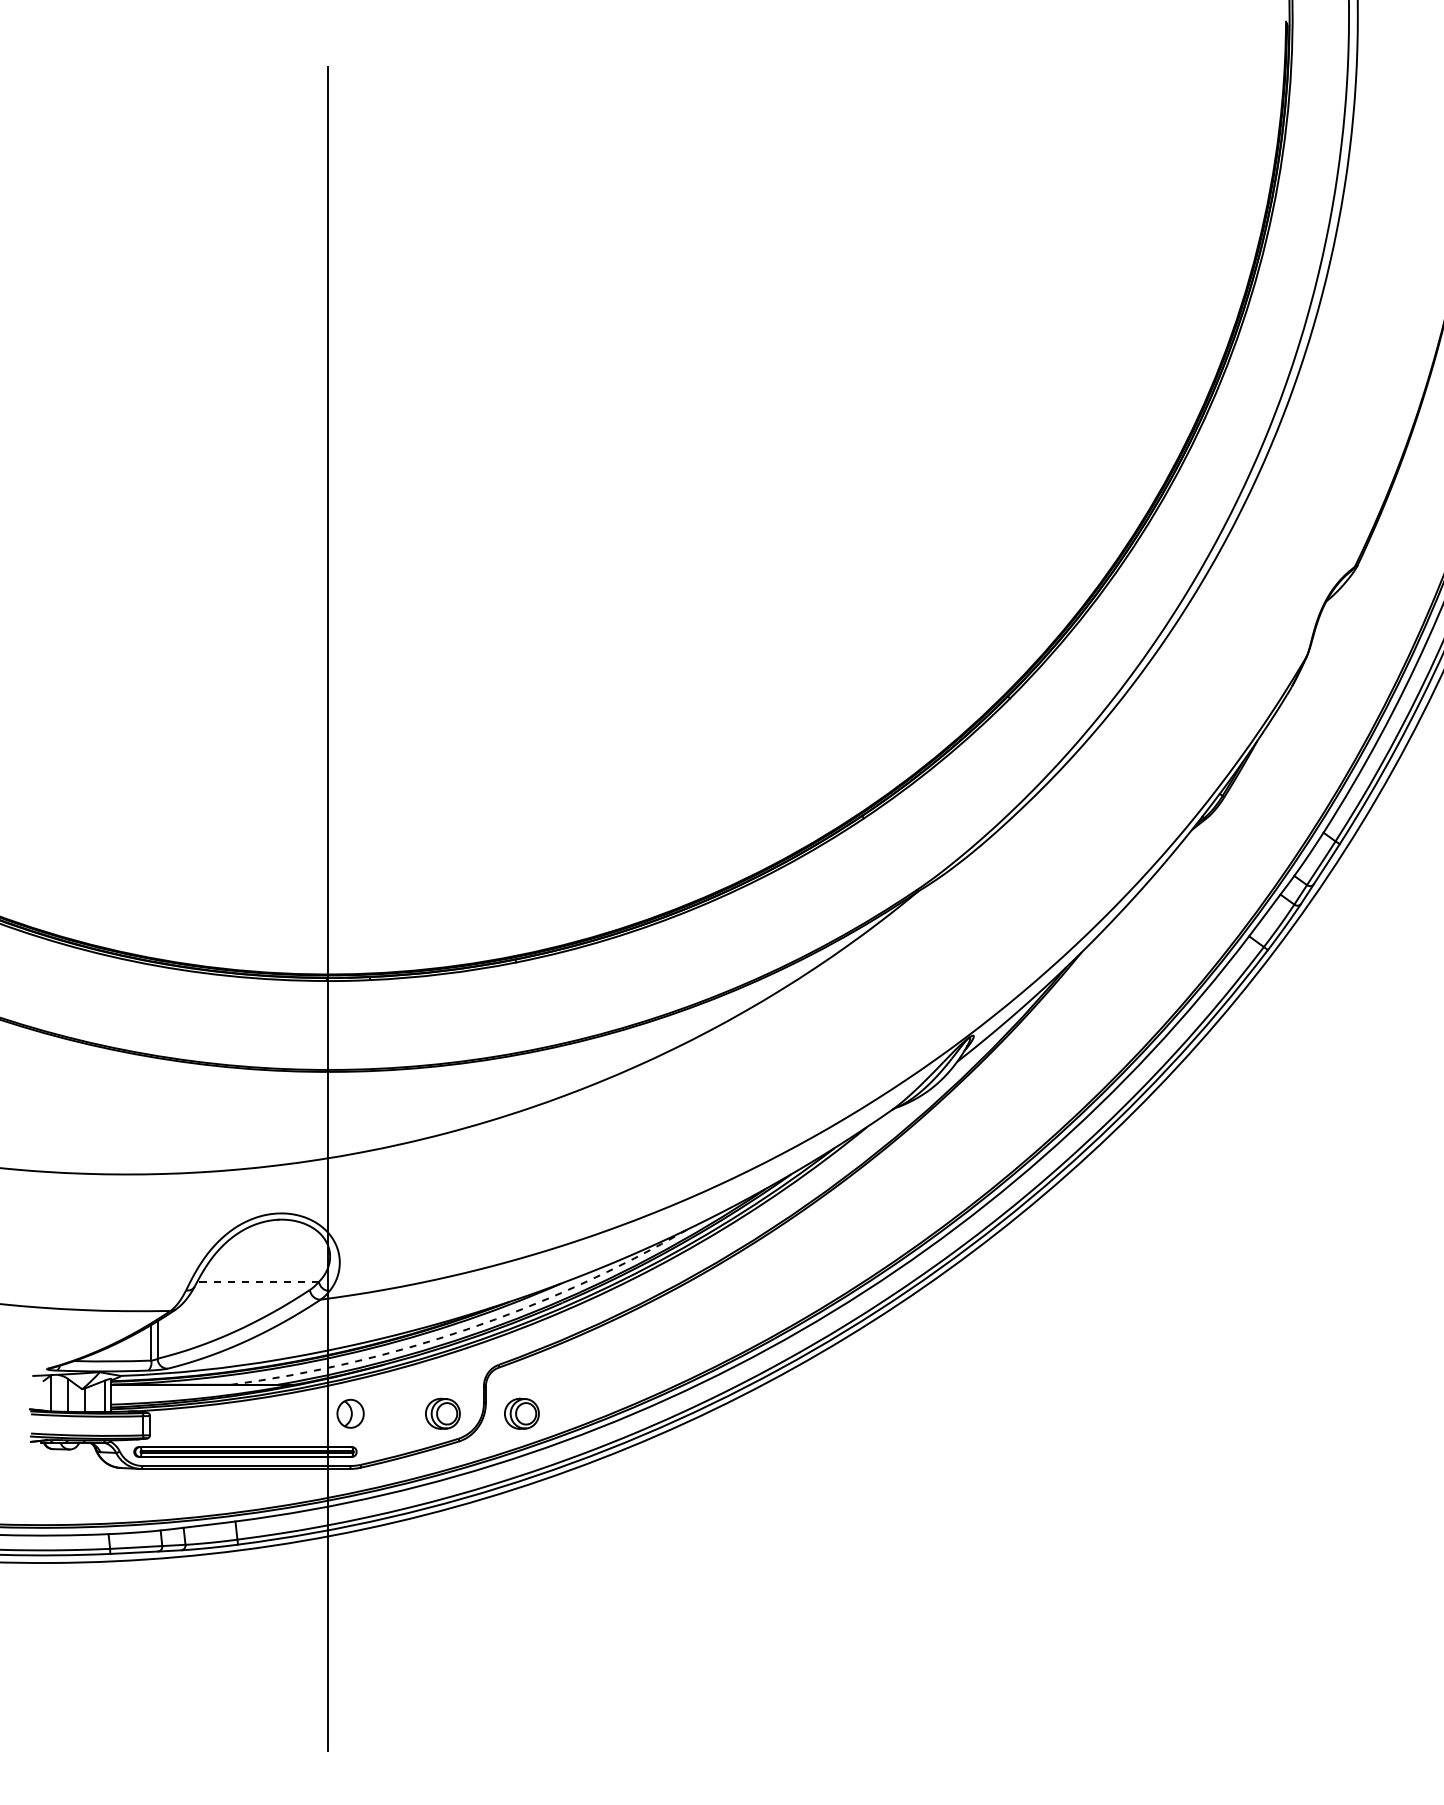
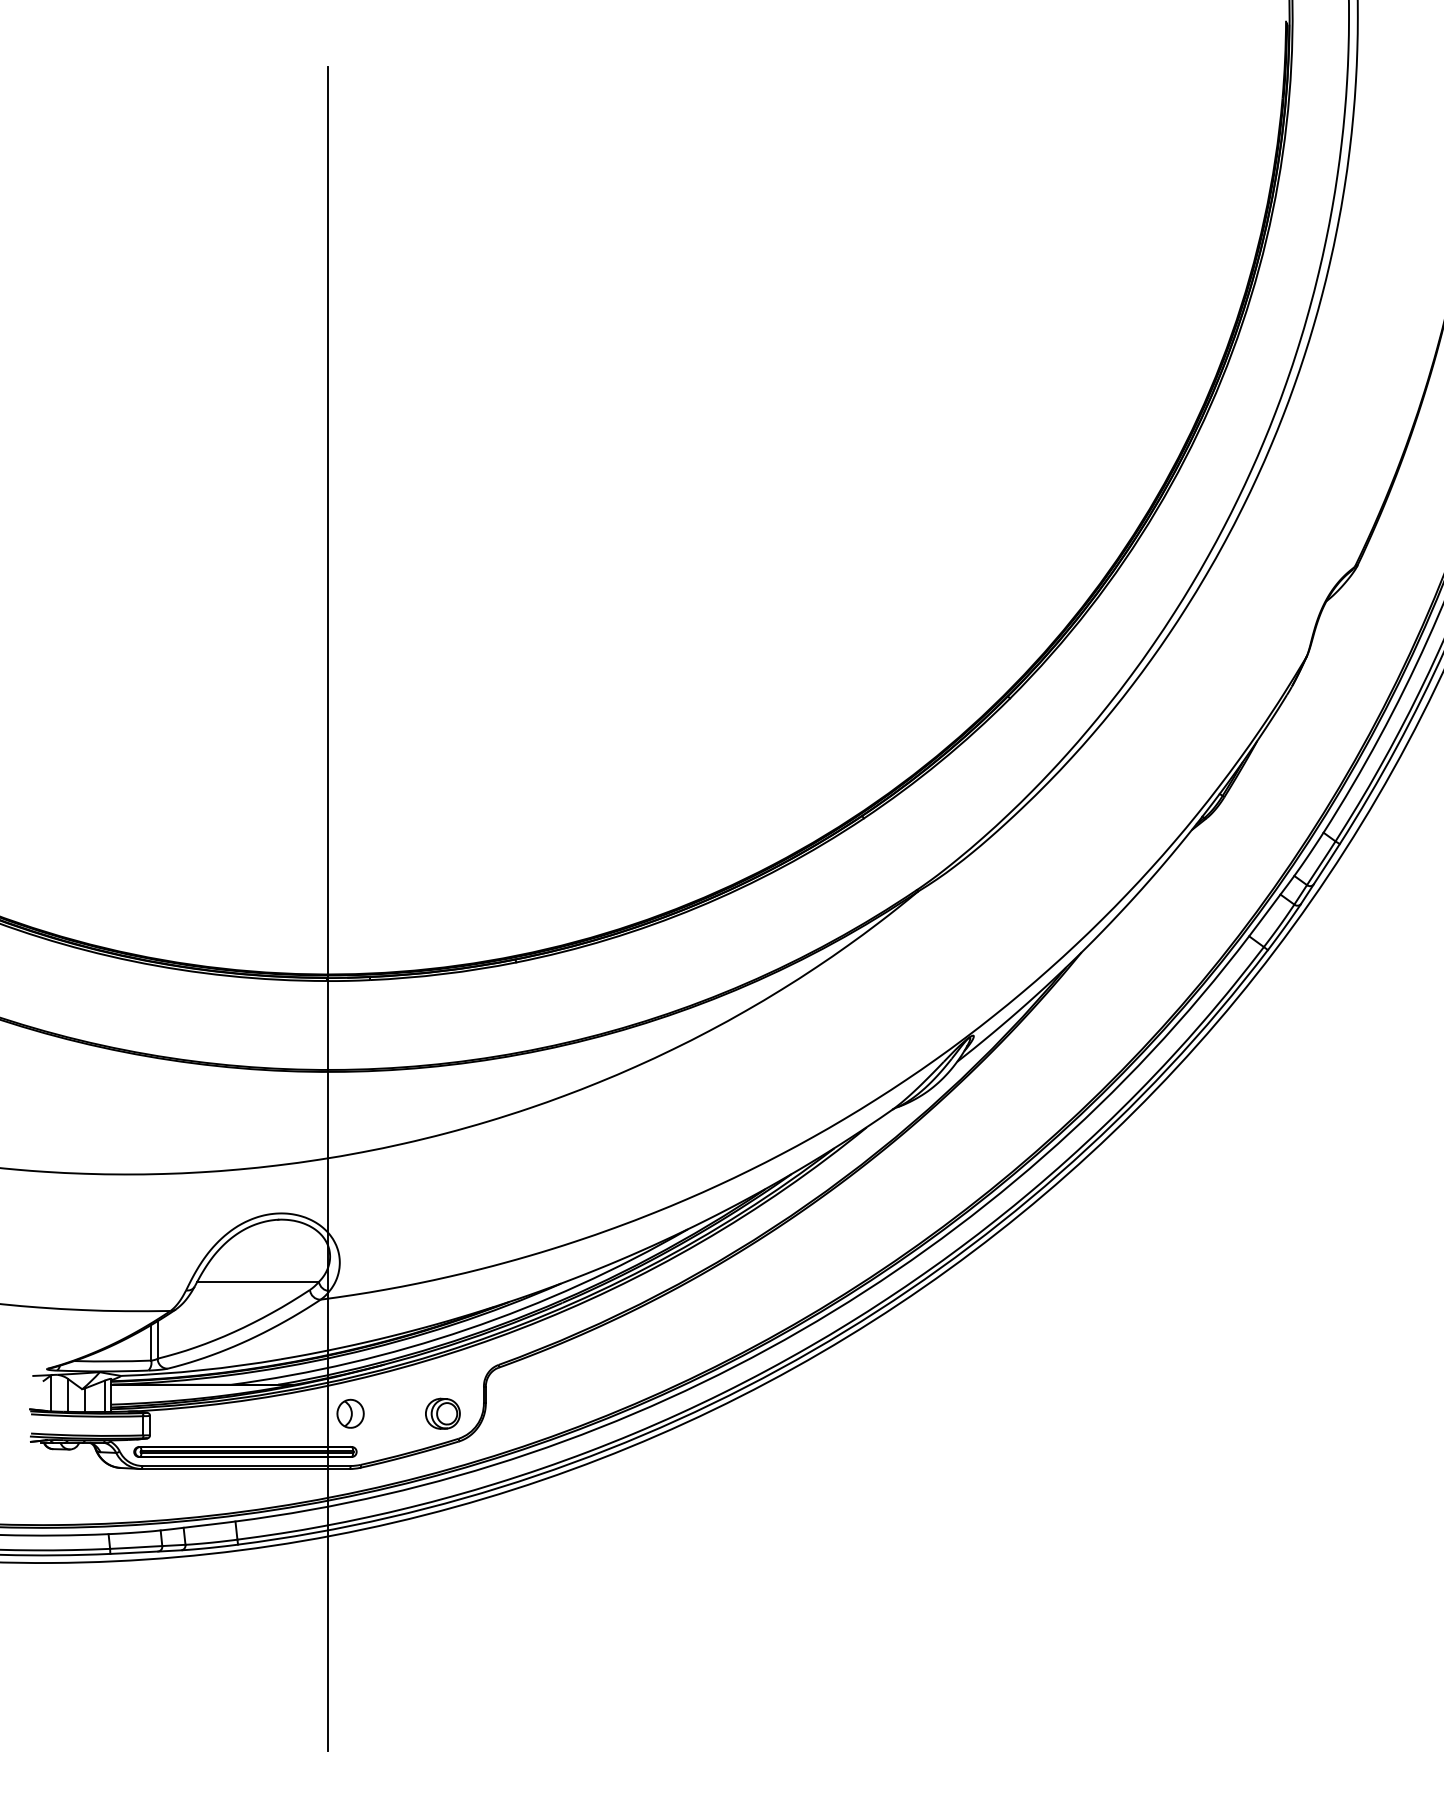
line at (258, 1281): dashed -> solid
arc at (467, 1329): dashed -> solid
part at (521, 1413): present -> none
